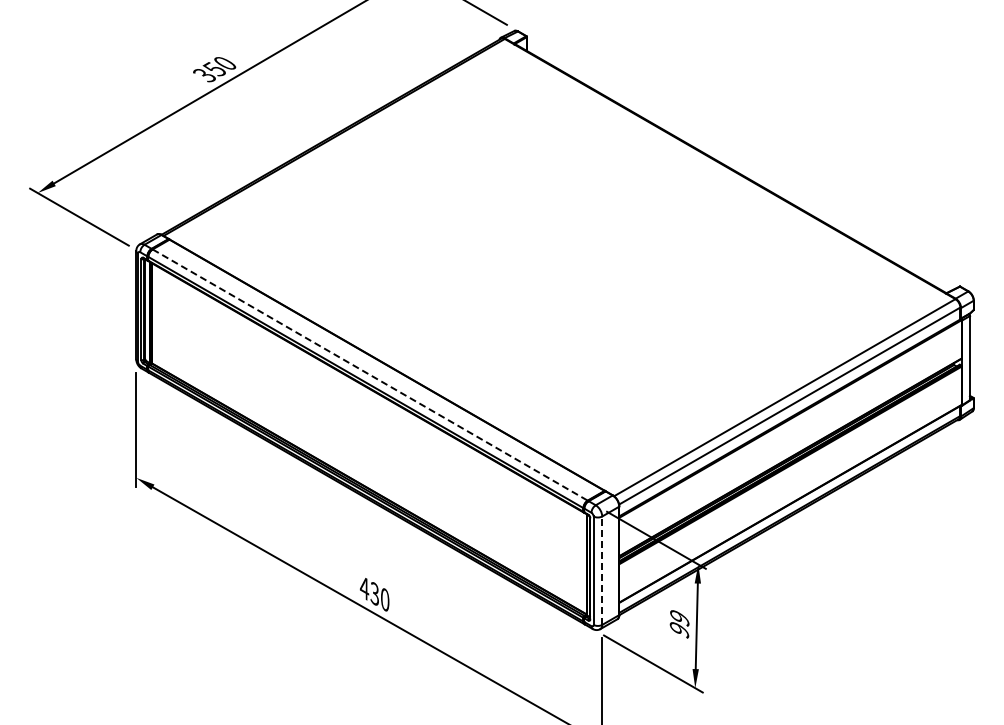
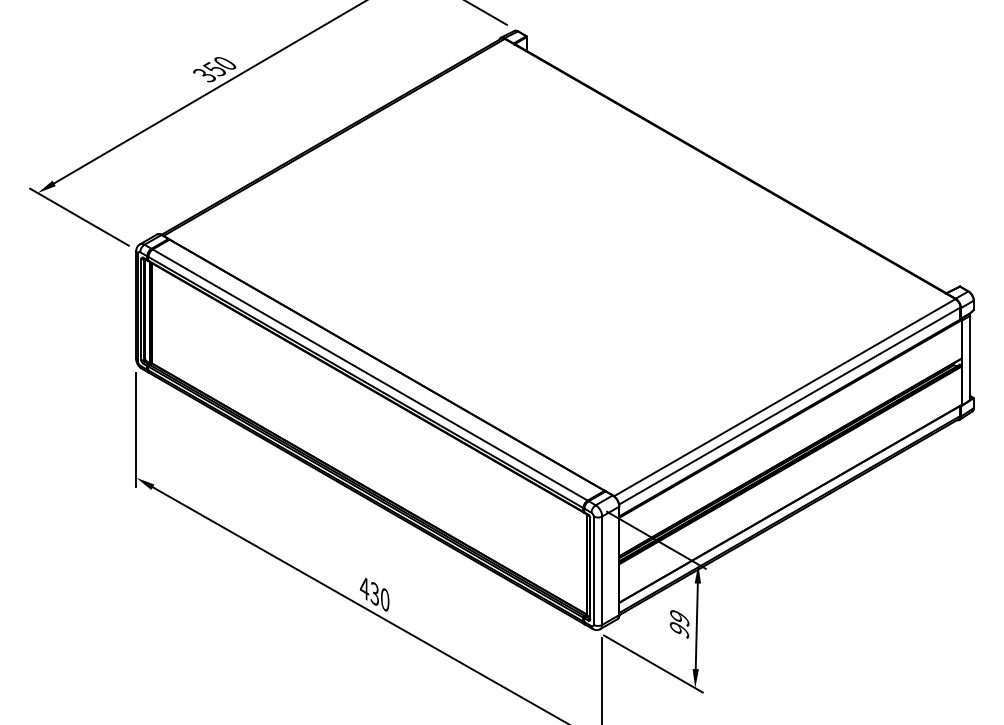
line at (370, 375): dashed -> solid
line at (602, 570): dashed -> solid
